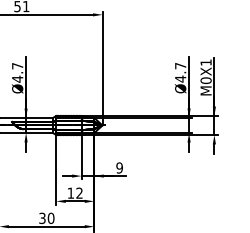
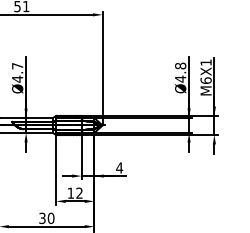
text at (180, 65): Ø4.7 -> Ø4.8
text at (205, 80): M0X1 -> M6X1
text at (119, 167): 9 -> 4
